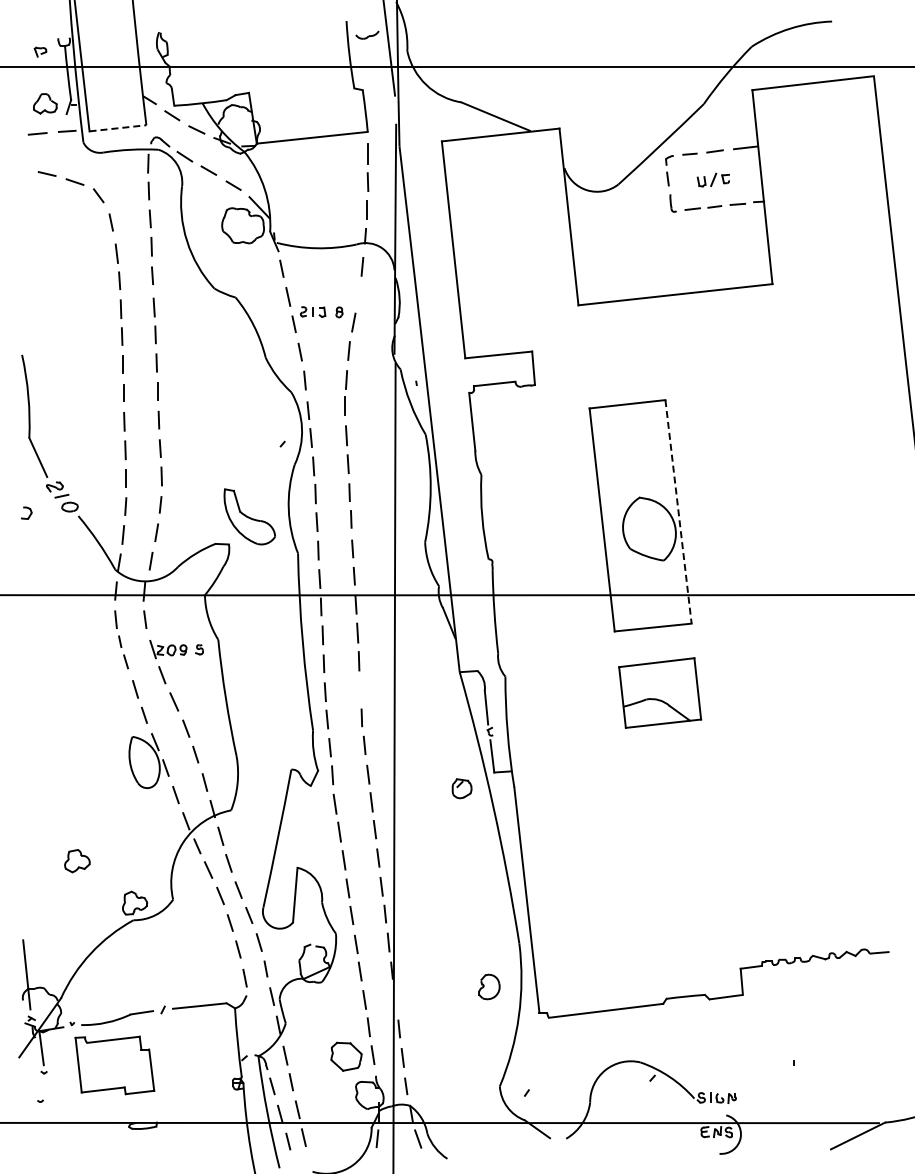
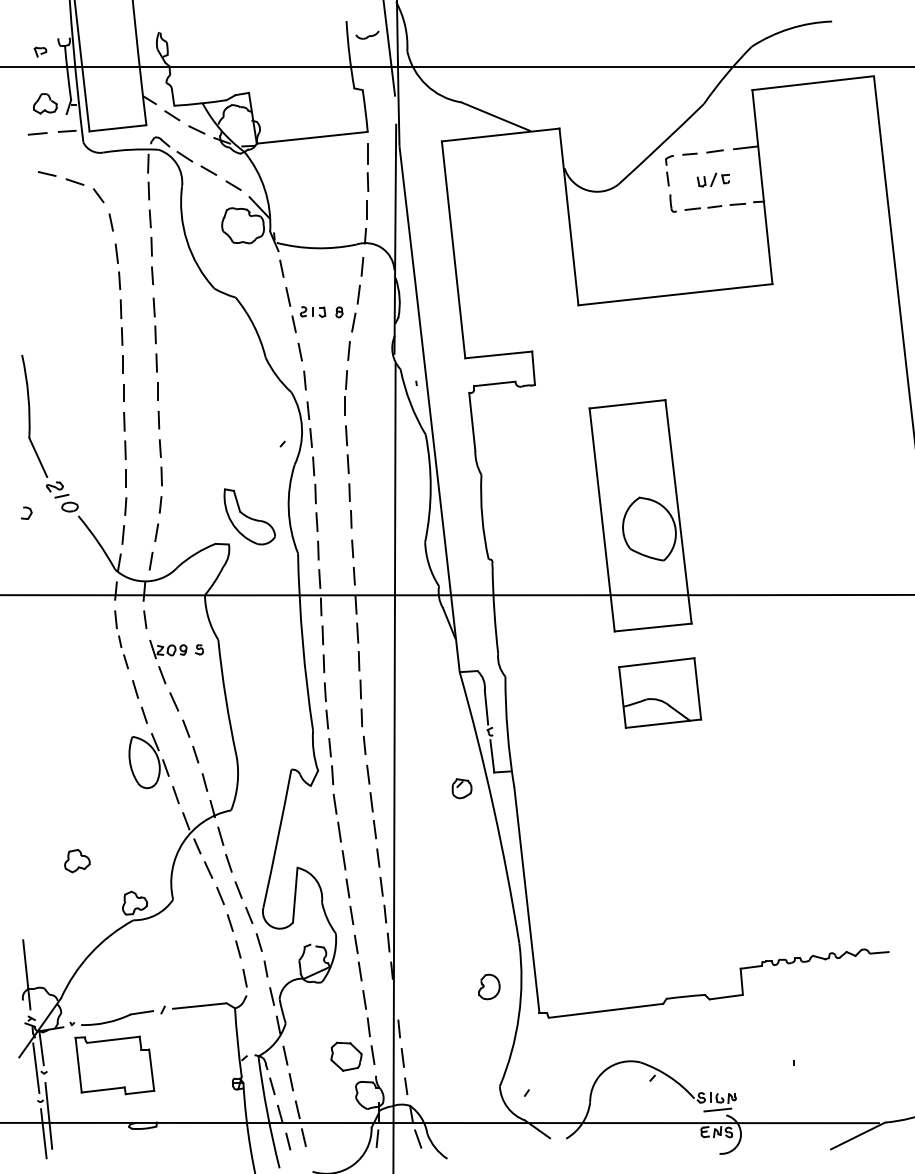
line at (117, 128): dashed -> solid
line at (358, 294): none -> present
line at (678, 511): dashed -> solid
line at (360, 689): none -> present
line at (36, 1068): none -> present
line at (717, 1109): none -> present
line at (48, 1115): none -> present
line at (43, 1133): none -> present
